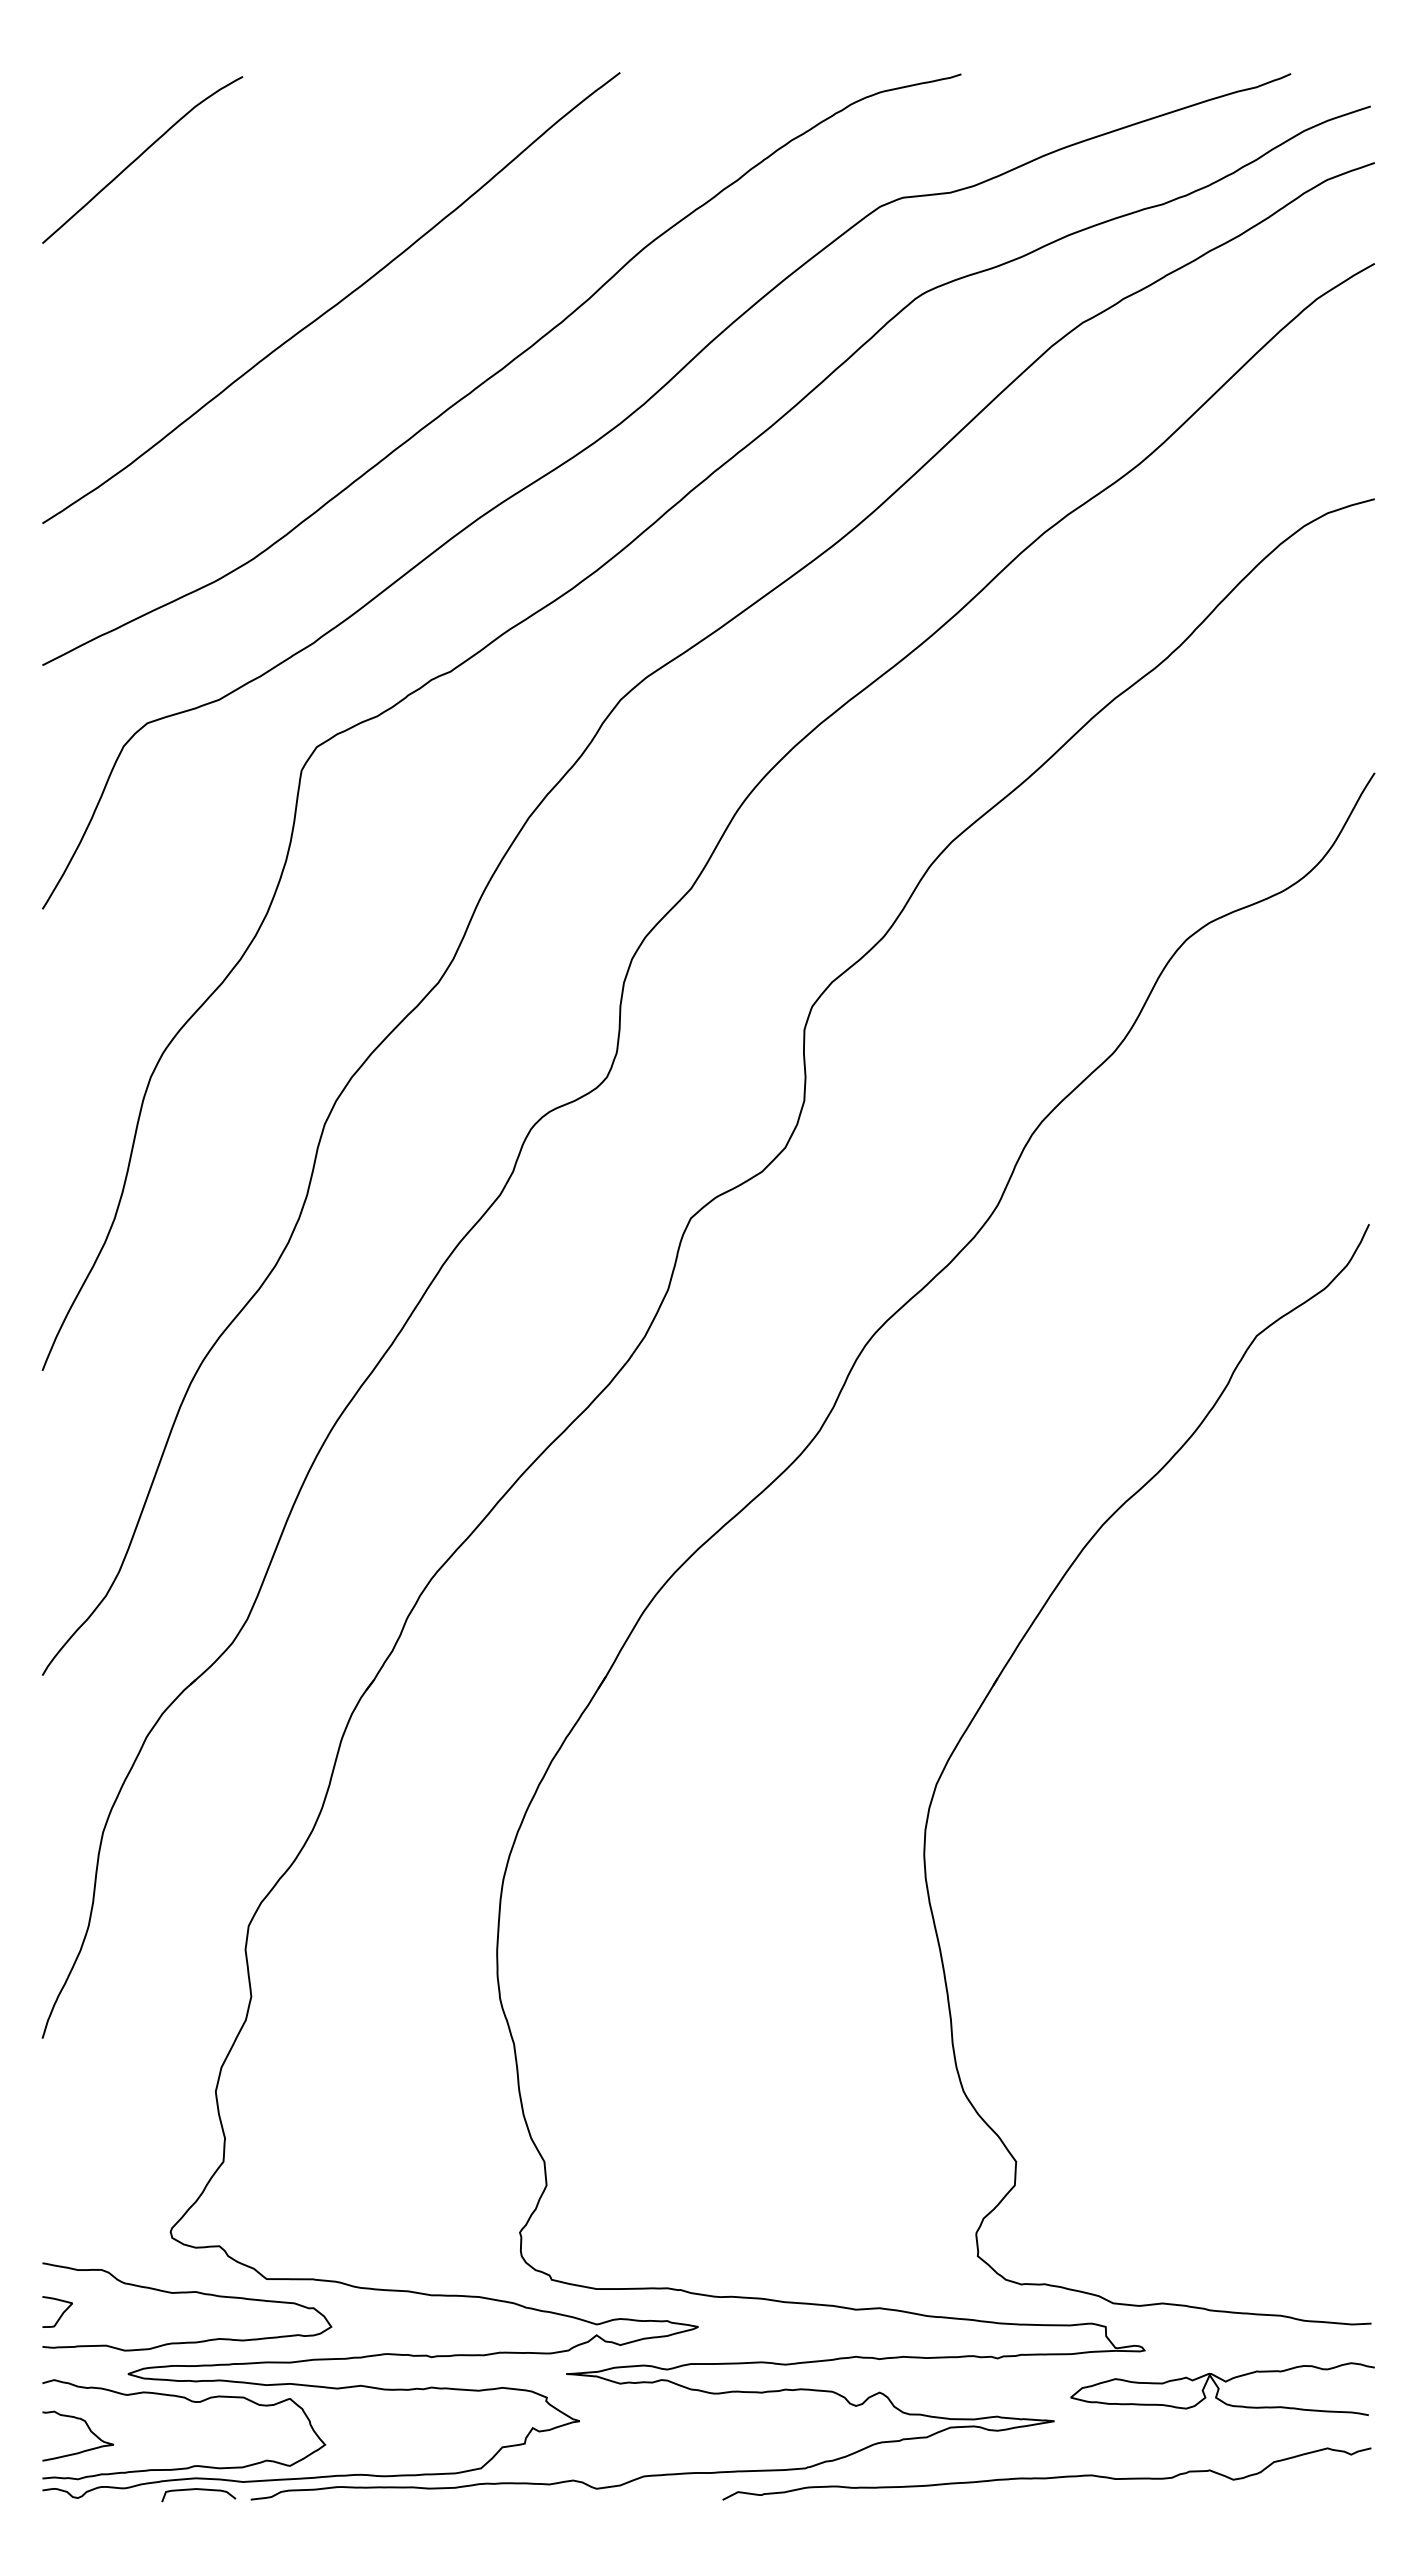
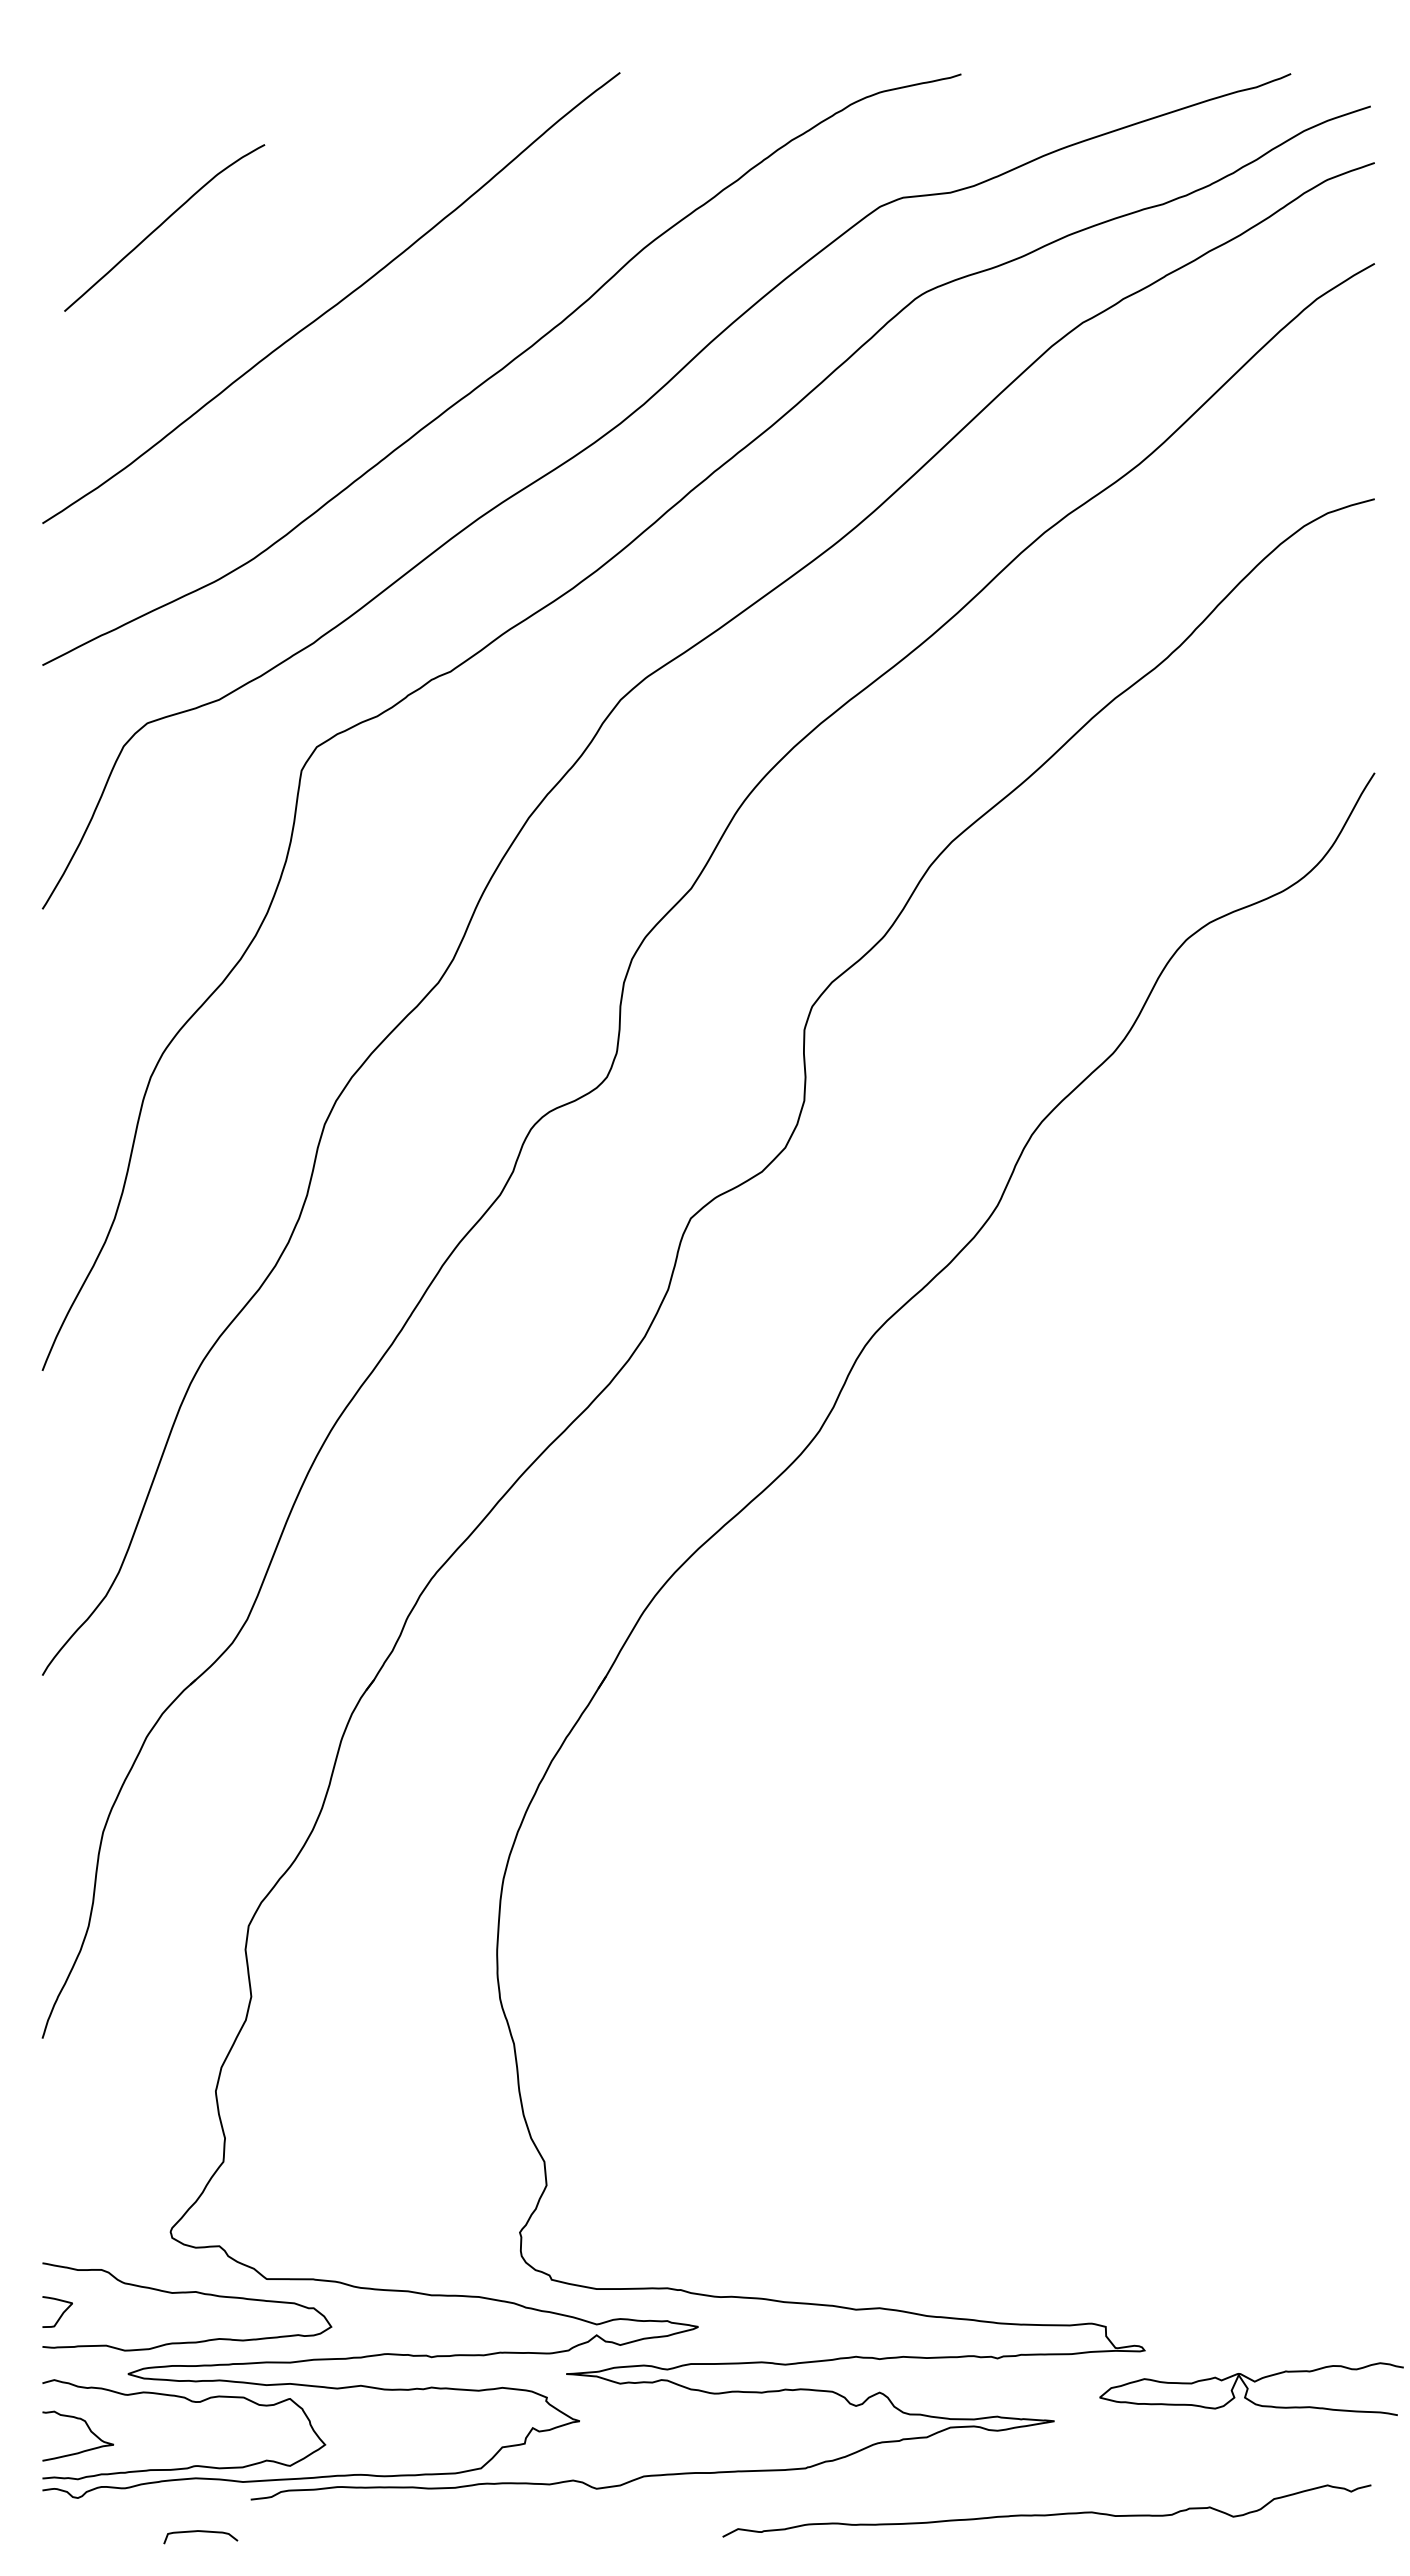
curve at (140, 156) position: (140, 156) -> (162, 224)
part at (995, 1684): present -> none
curve at (1219, 2388) position: (1219, 2388) -> (1248, 2388)
curve at (1046, 2477) position: (1046, 2477) -> (1046, 2514)
curve at (198, 2490) position: (198, 2490) -> (200, 2532)
